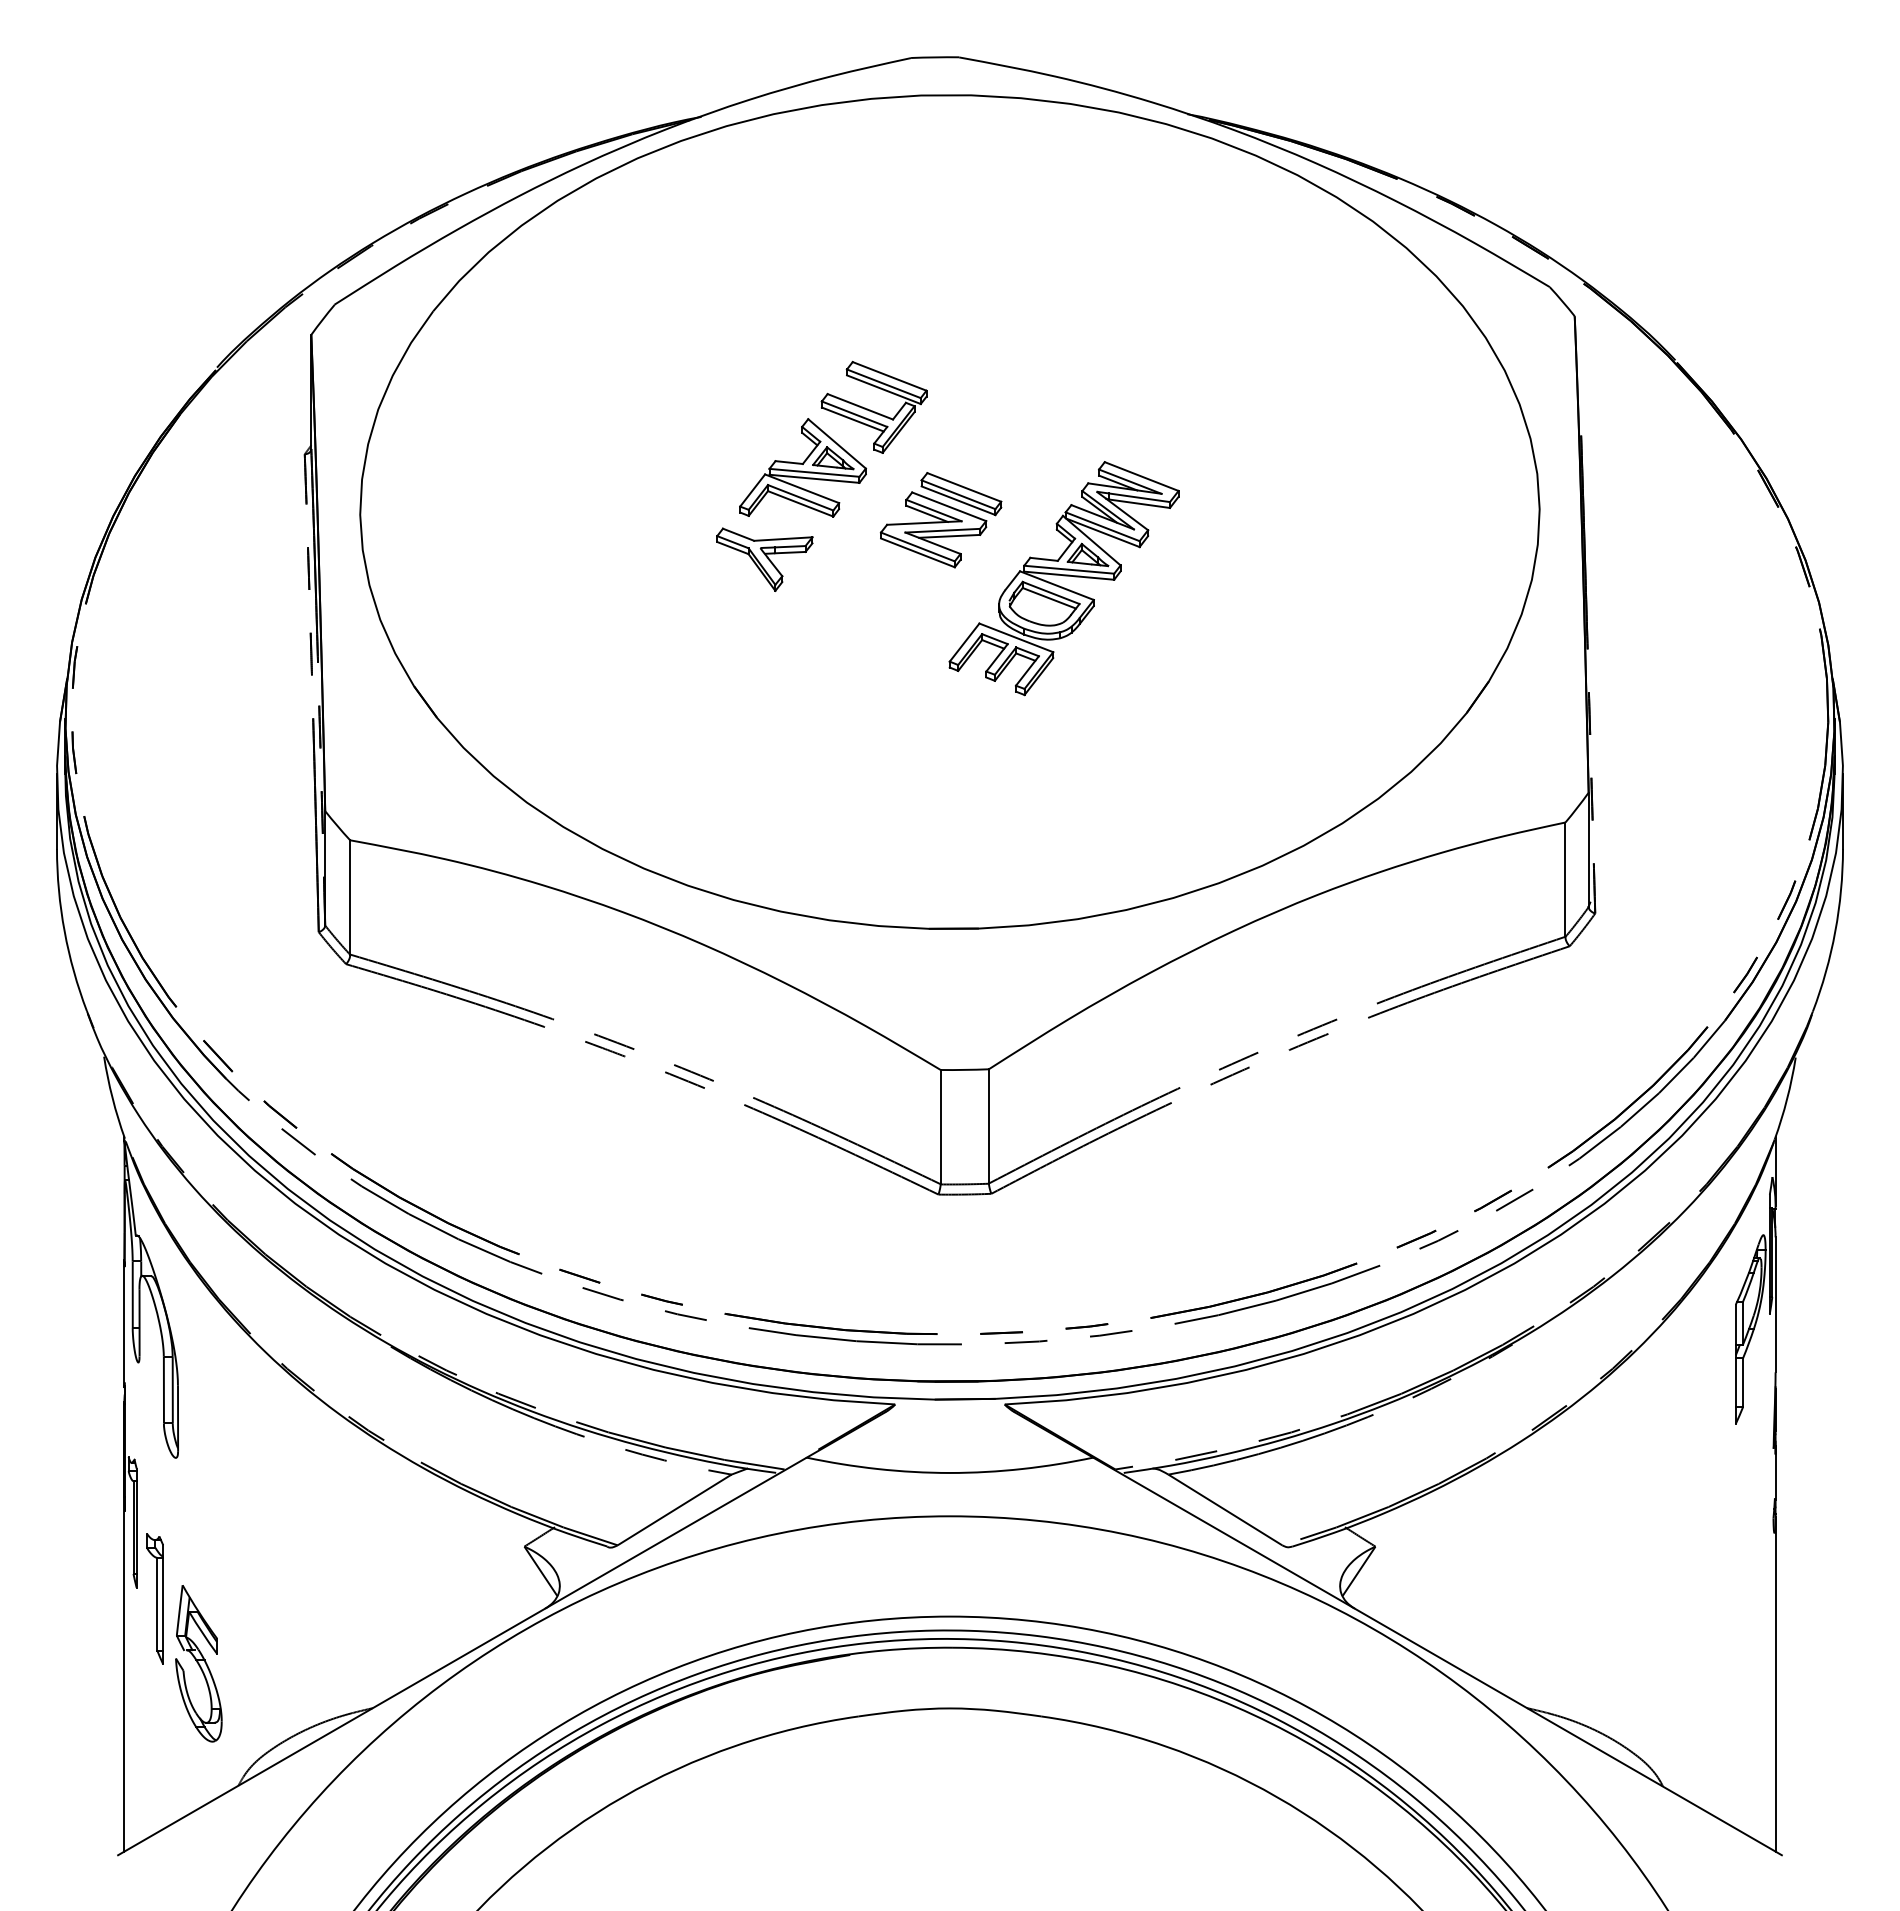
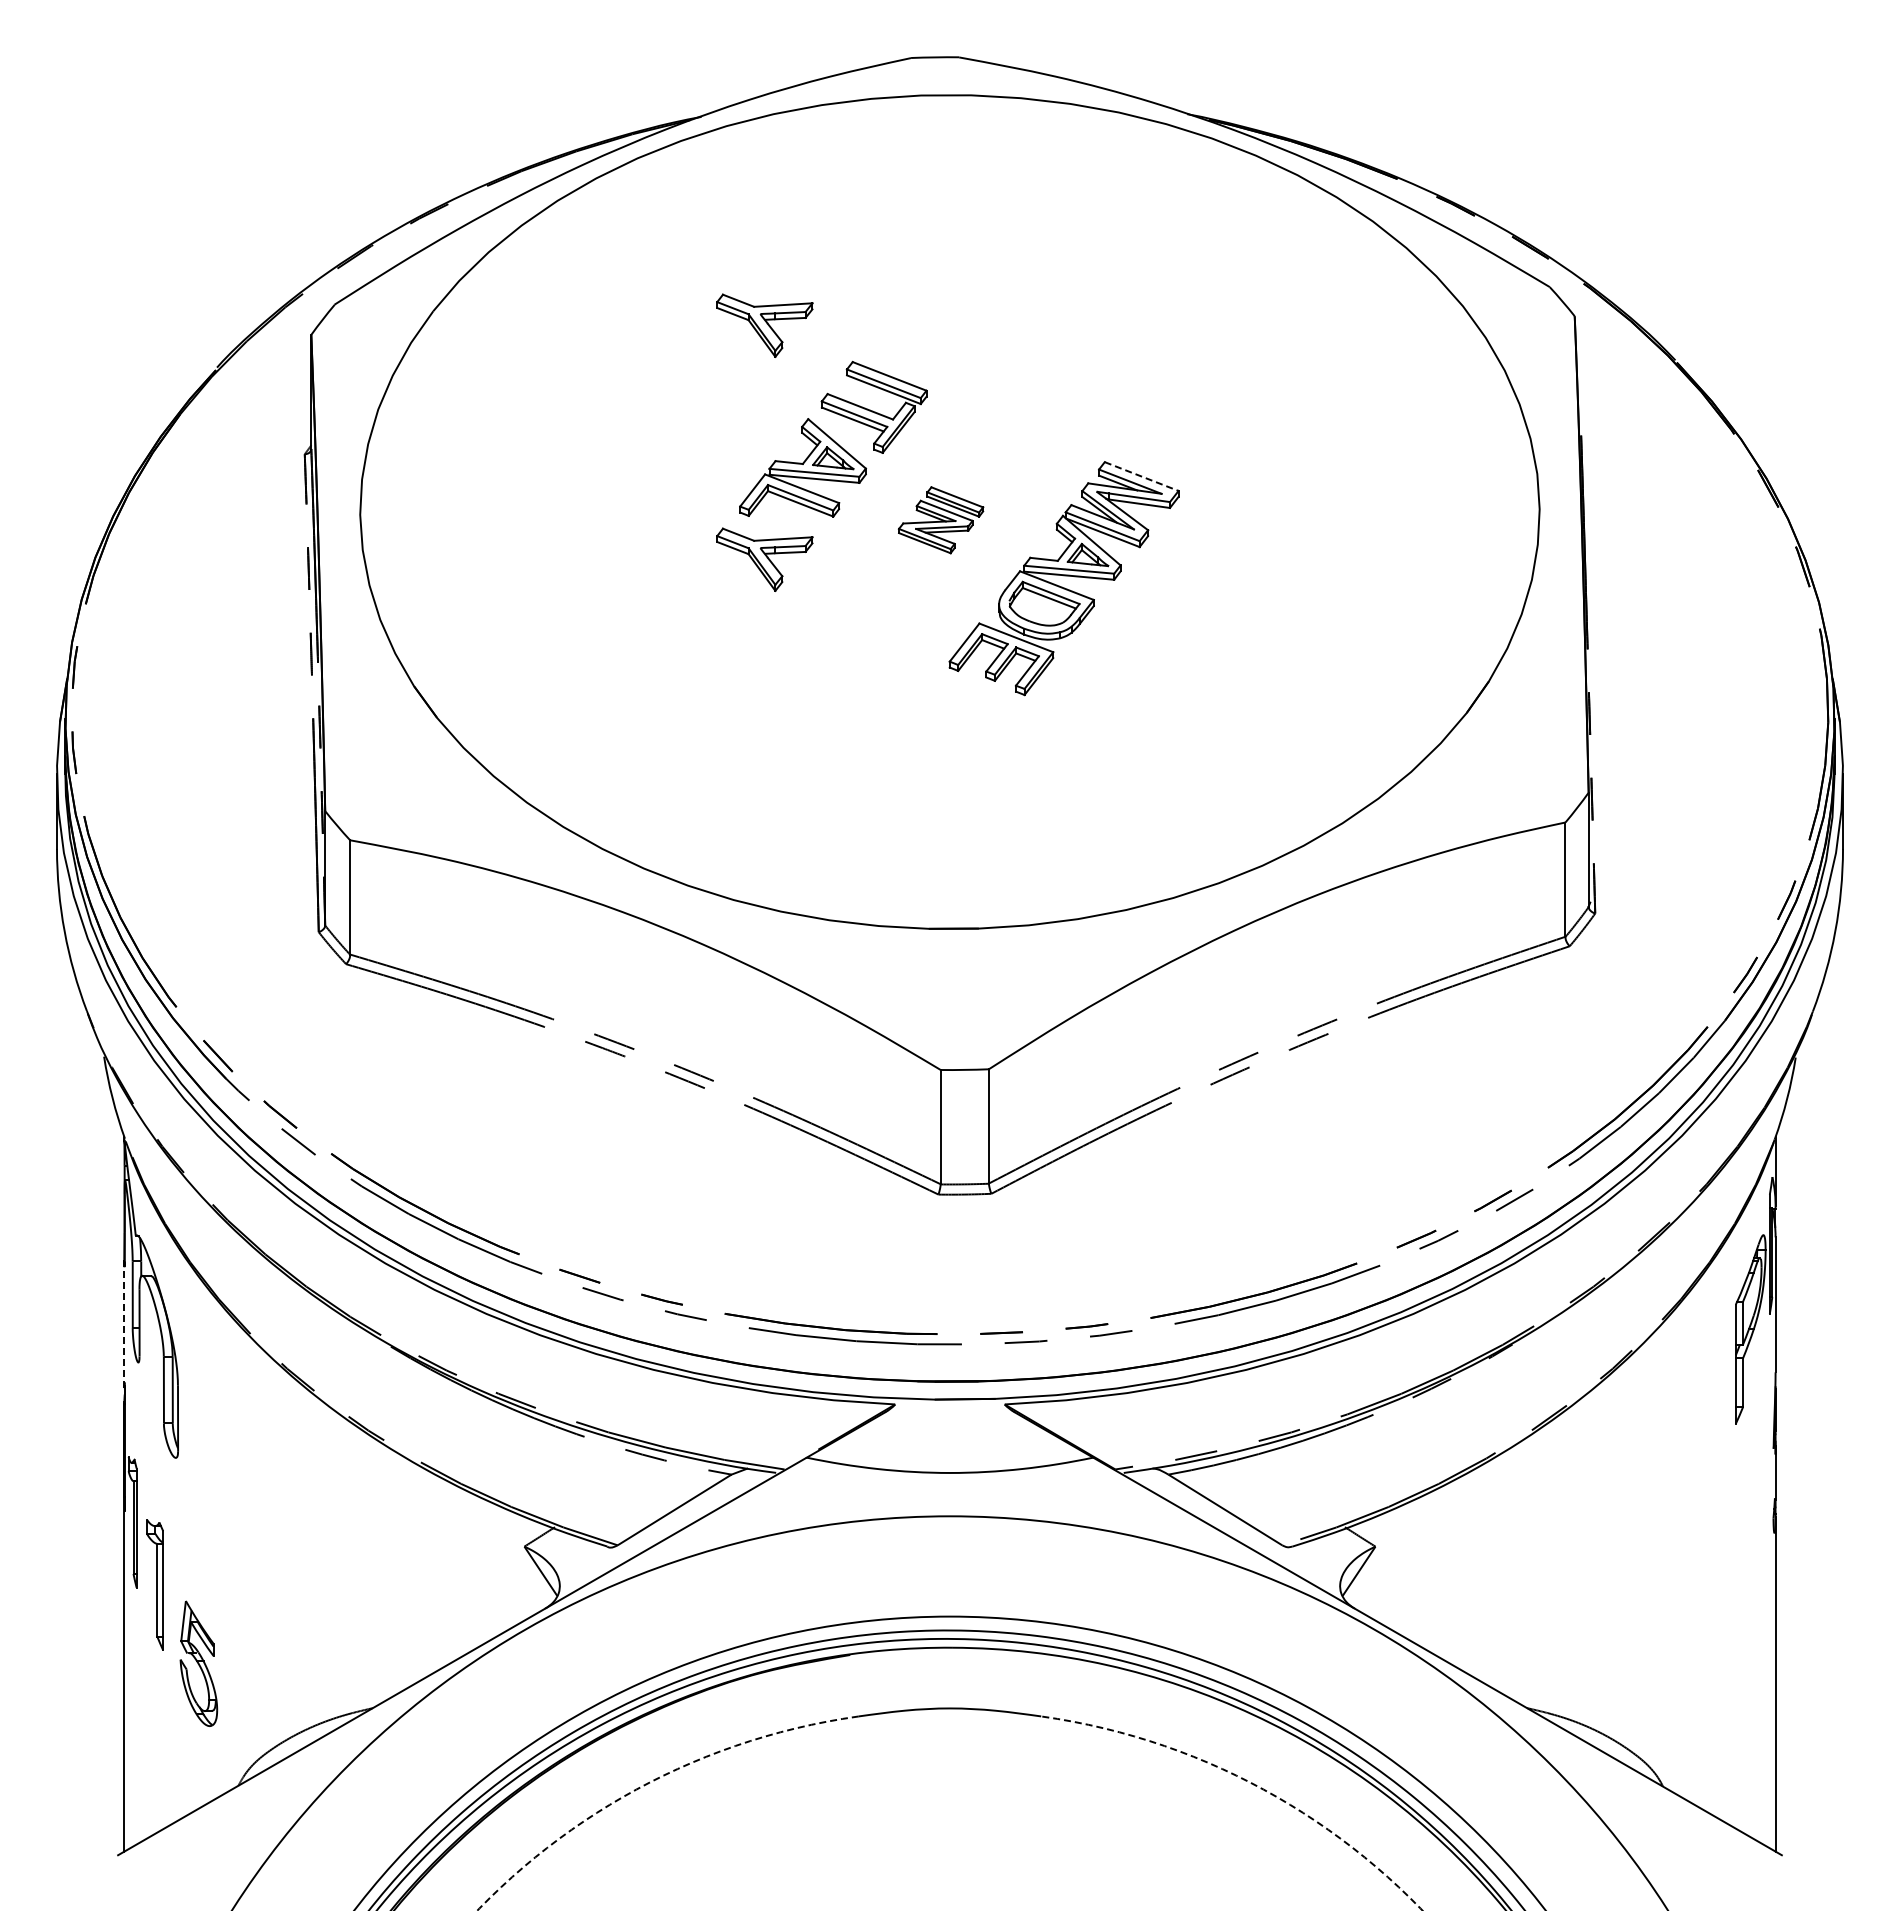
part at (764, 325): none -> present
line at (1141, 476): solid -> dashed
part at (940, 520) size: 124x97 px -> 88x69 px
line at (124, 1323): solid -> dashed
part at (154, 1598) position: (154, 1598) -> (154, 1584)
part at (198, 1663) size: 48x158 px -> 40x127 px
arc at (1422, 1910): solid -> dashed
